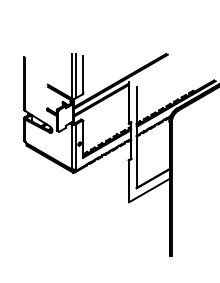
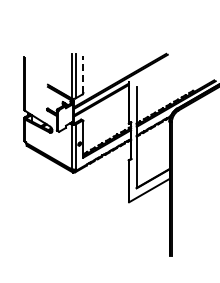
line at (83, 74): solid -> dashed
